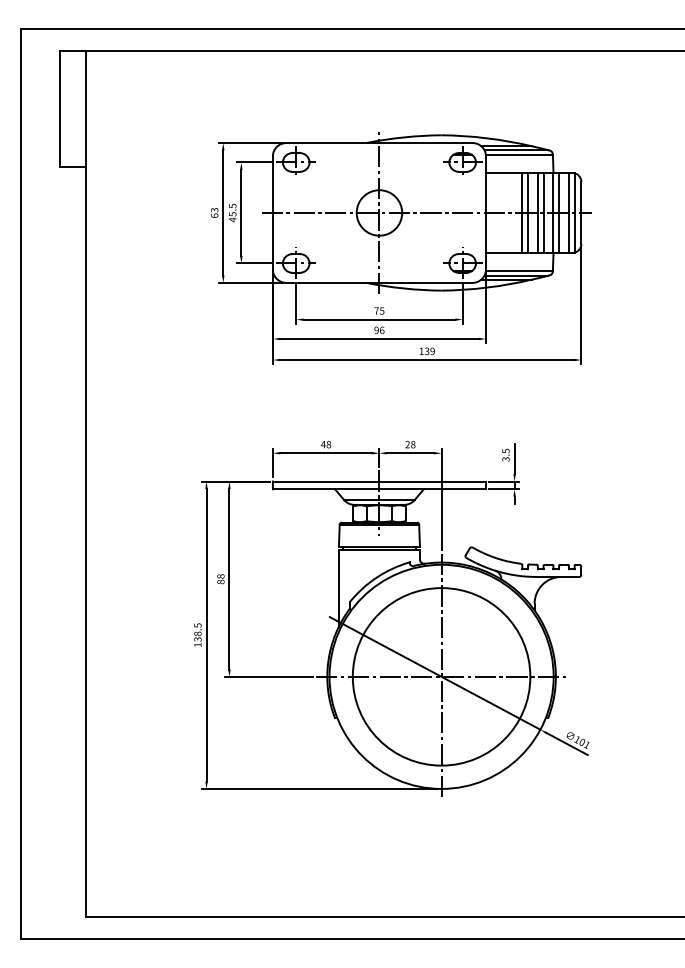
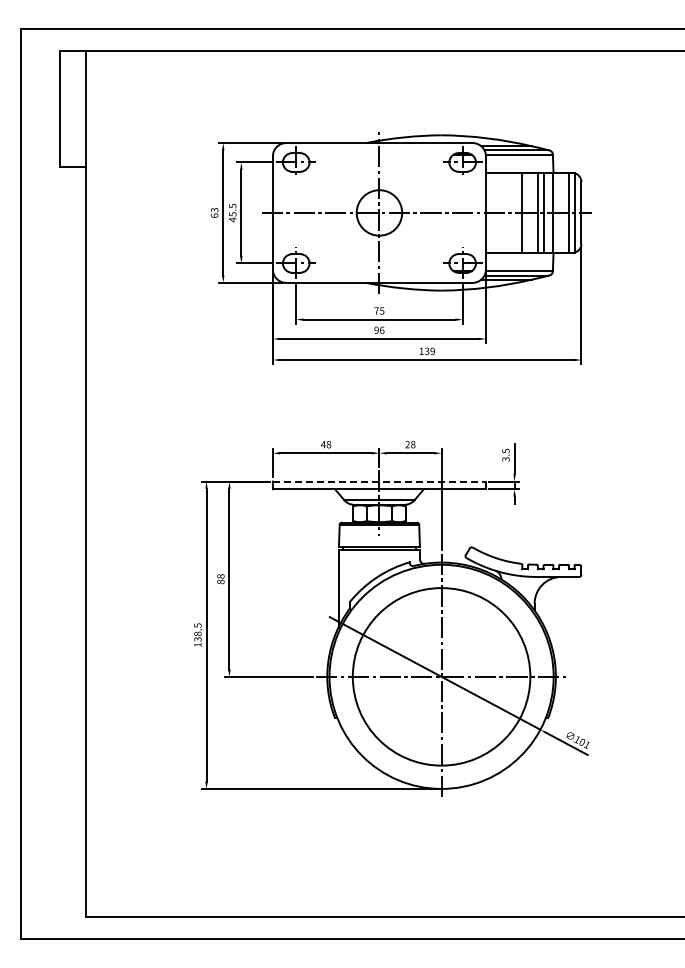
line at (527, 212): present -> none
line at (559, 212): present -> none
line at (379, 481): solid -> dashed
